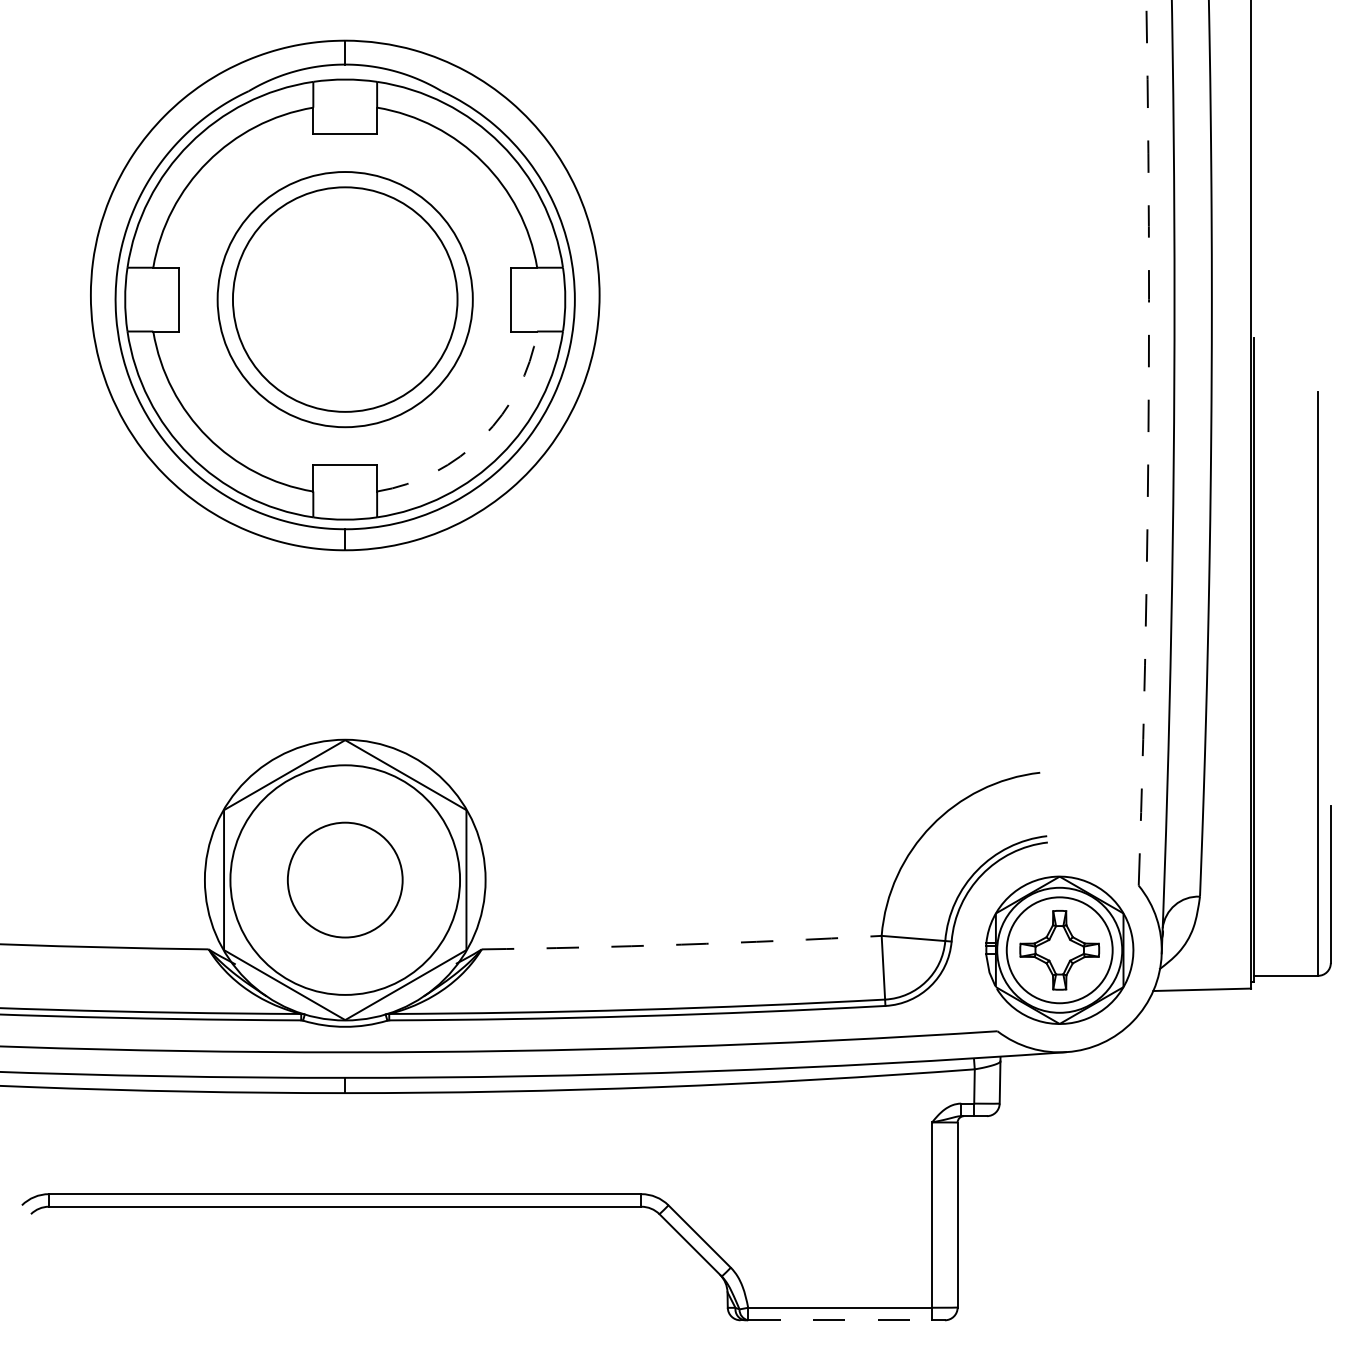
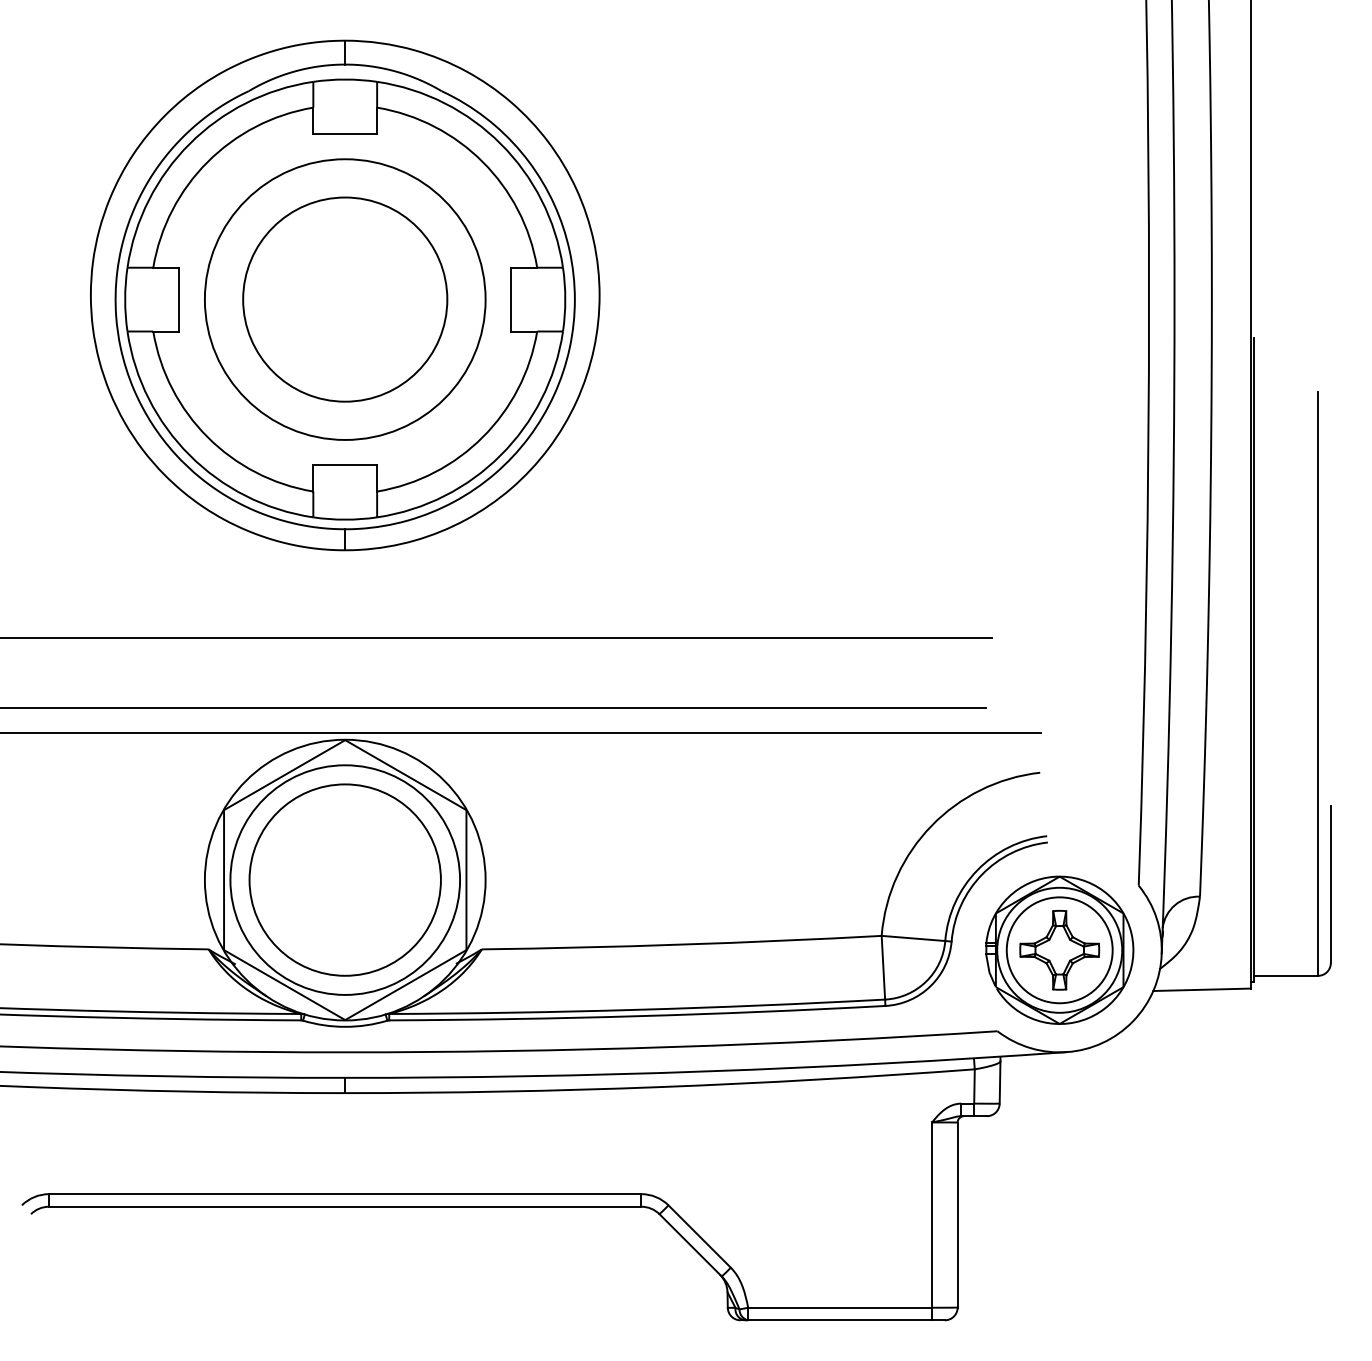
circle at (344, 299) diameter: 225 px -> 281 px
circle at (344, 299) diameter: 255 px -> 204 px
arc at (482, 437): dashed -> solid
arc at (1148, 443): dashed -> solid
line at (497, 638): none -> present
line at (493, 707): none -> present
line at (521, 733): none -> present
circle at (344, 879) diameter: 115 px -> 191 px
arc at (681, 944): dashed -> solid
line at (840, 1320): dashed -> solid
